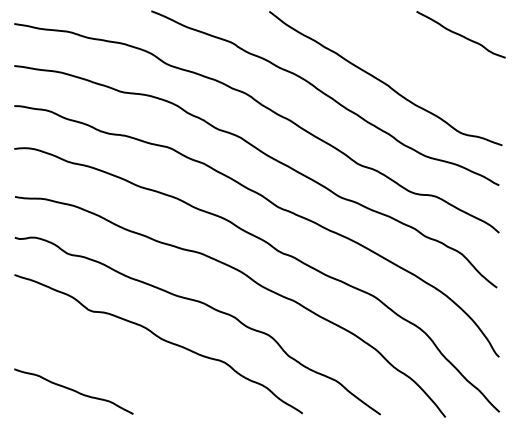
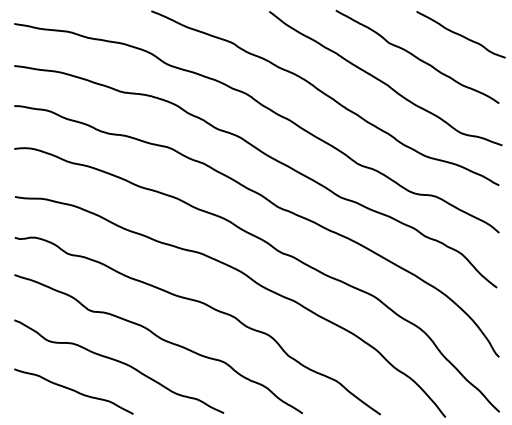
curve at (416, 56): none -> present
curve at (121, 363): none -> present
